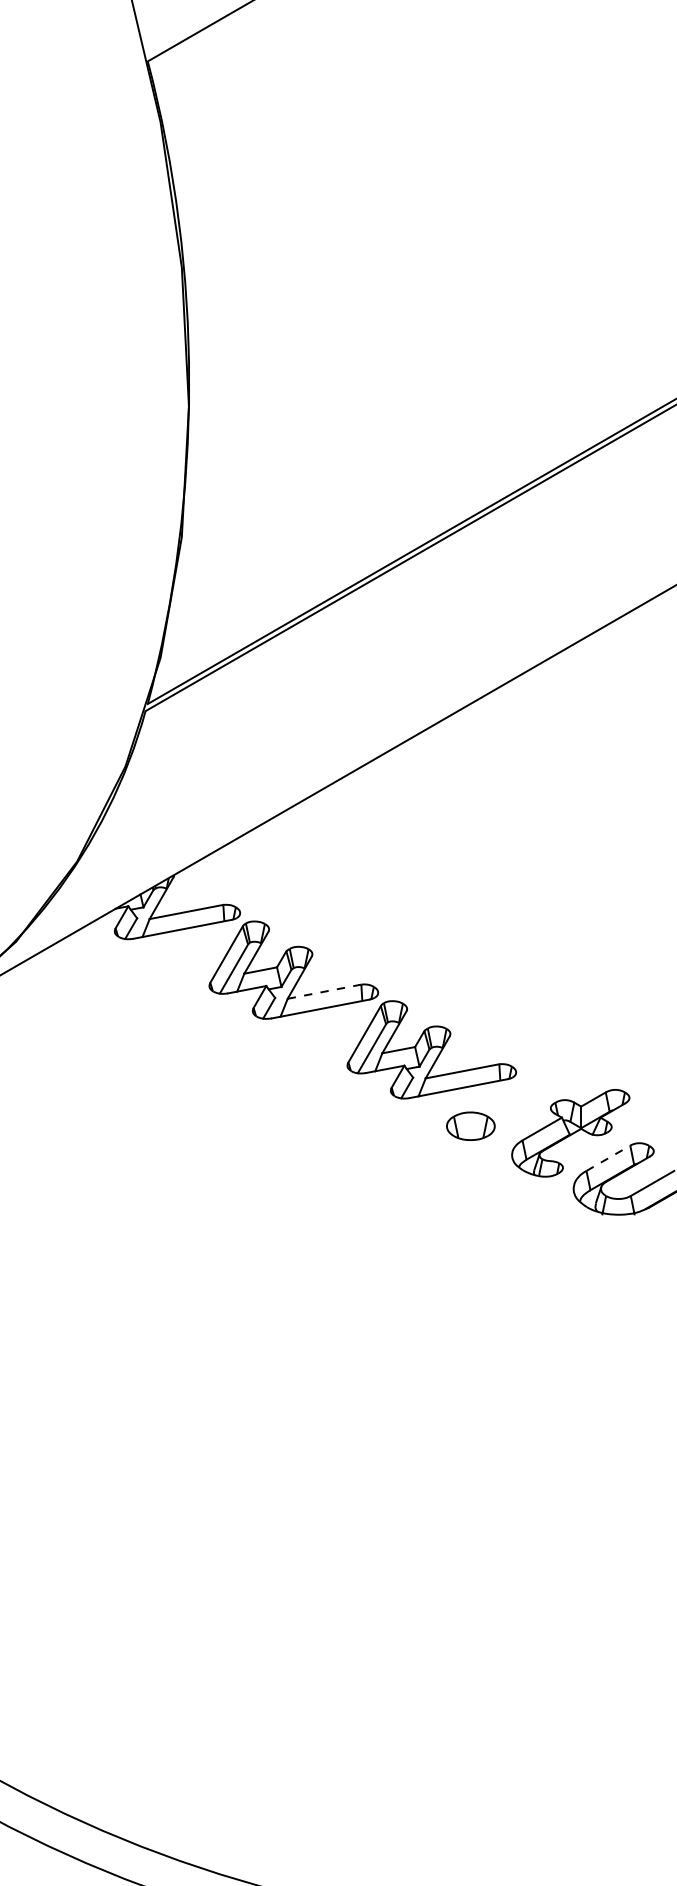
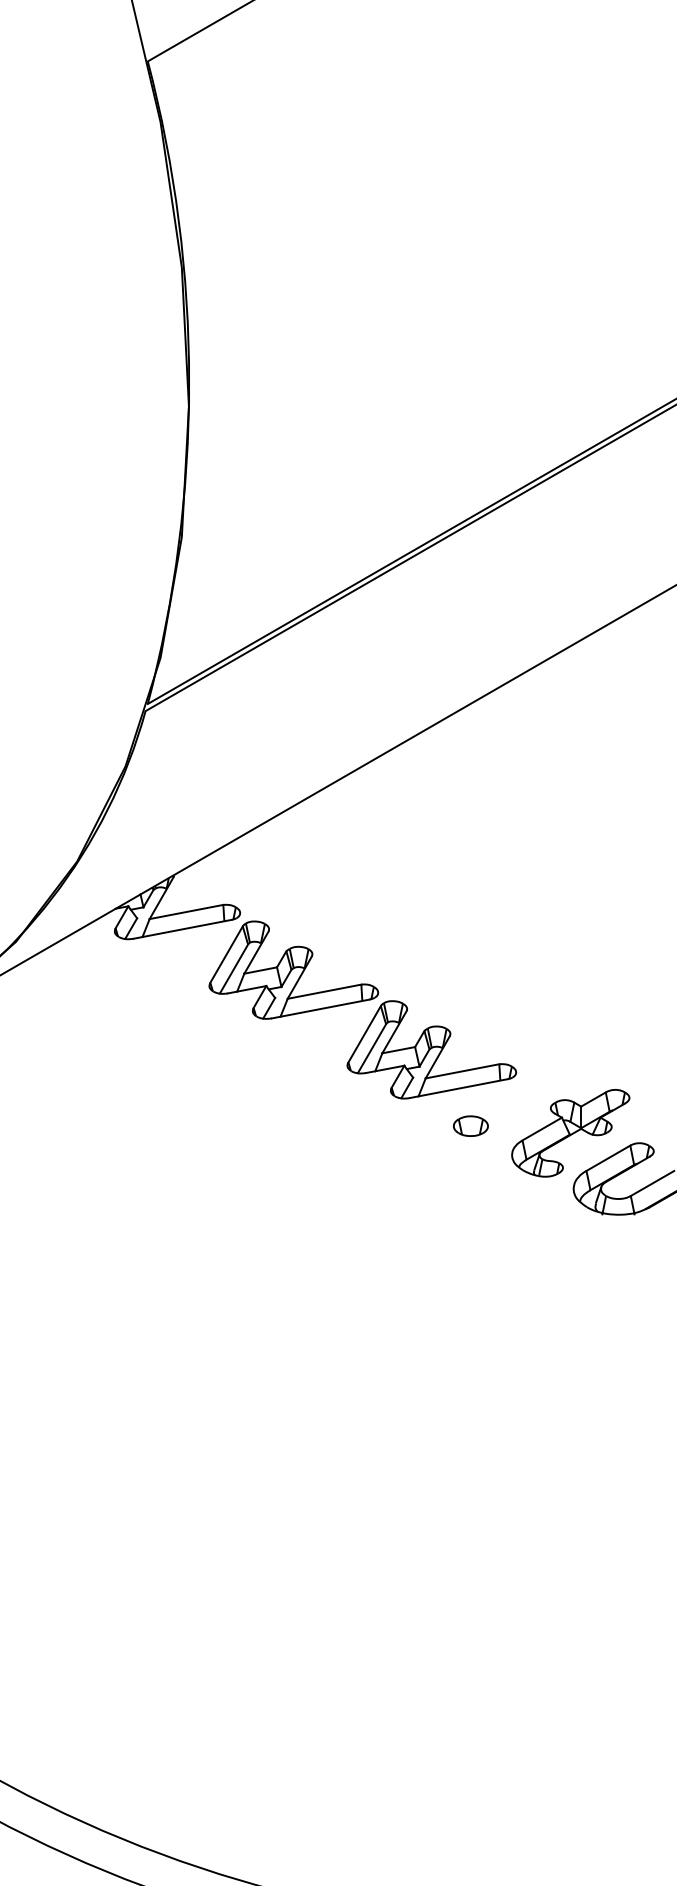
line at (325, 991): dashed -> solid
part at (470, 1125) size: 50x30 px -> 36x22 px
line at (608, 1158): dashed -> solid
